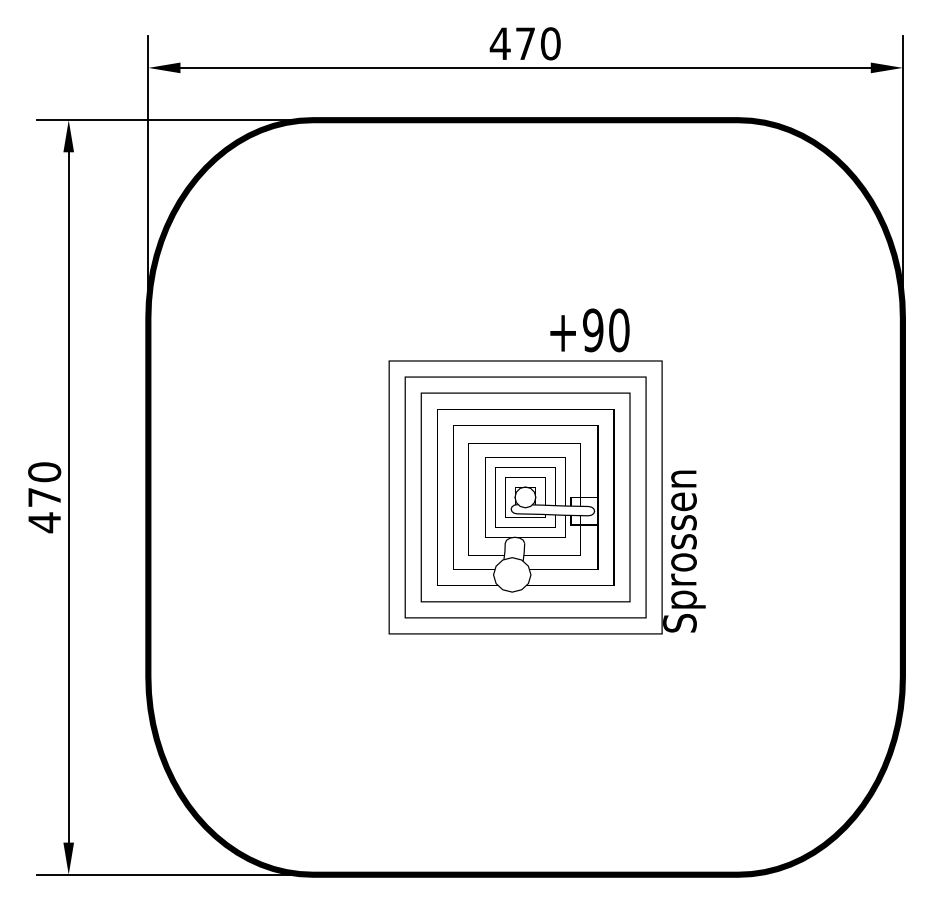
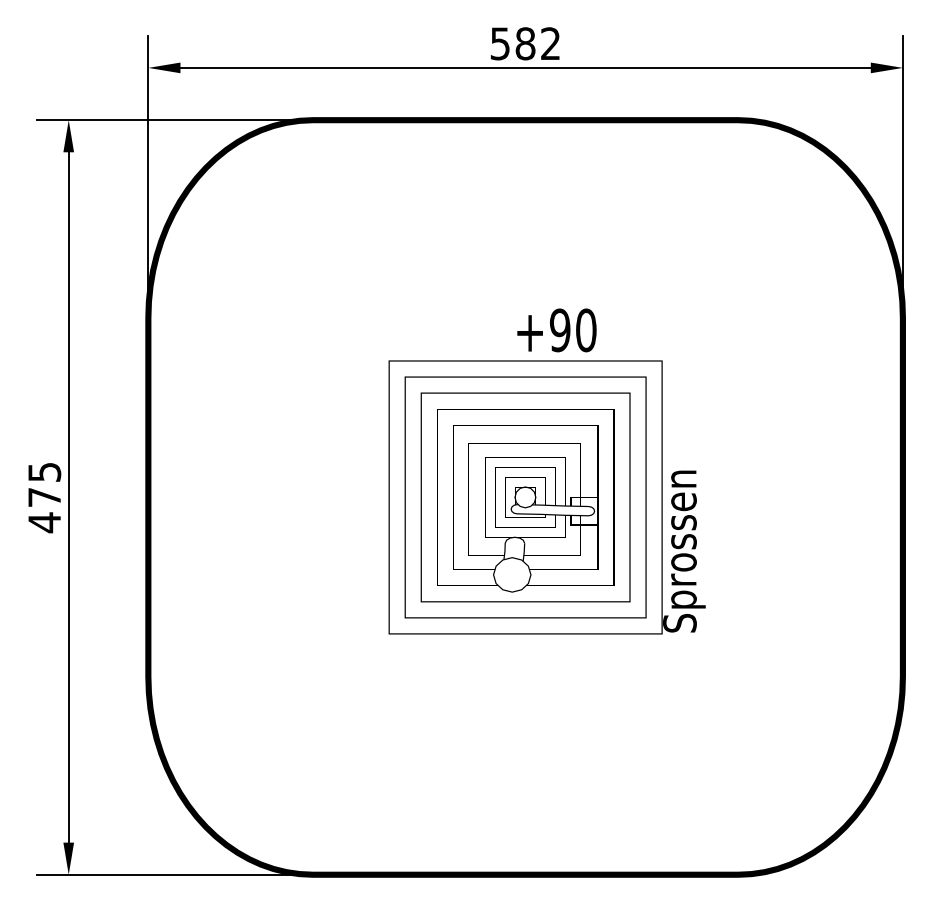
text at (524, 43): 470 -> 582
text at (589, 330) position: (589, 330) -> (556, 330)
text at (44, 472): 470 -> 475
